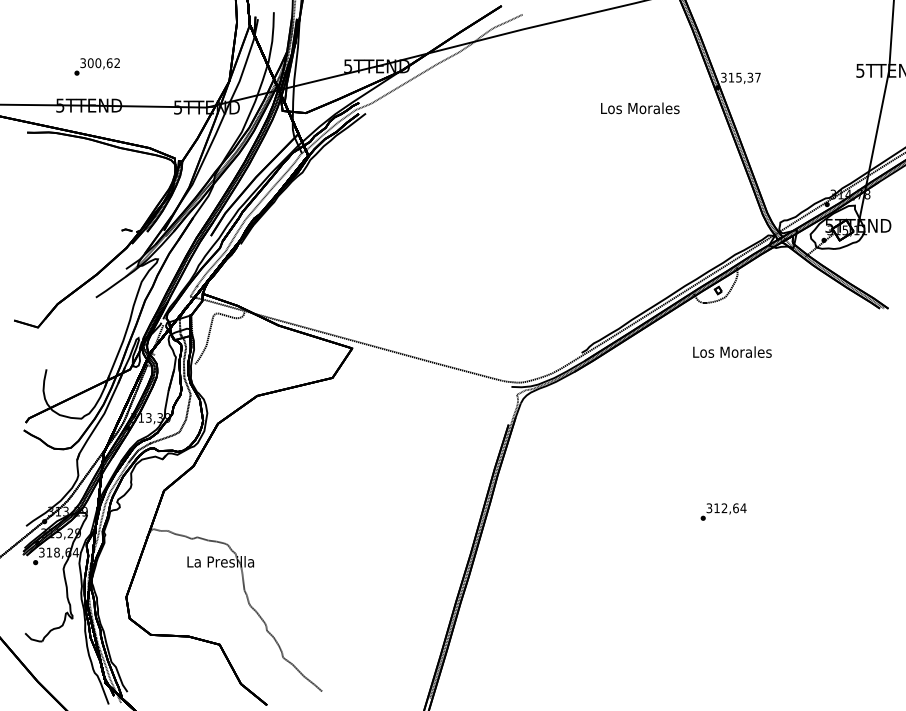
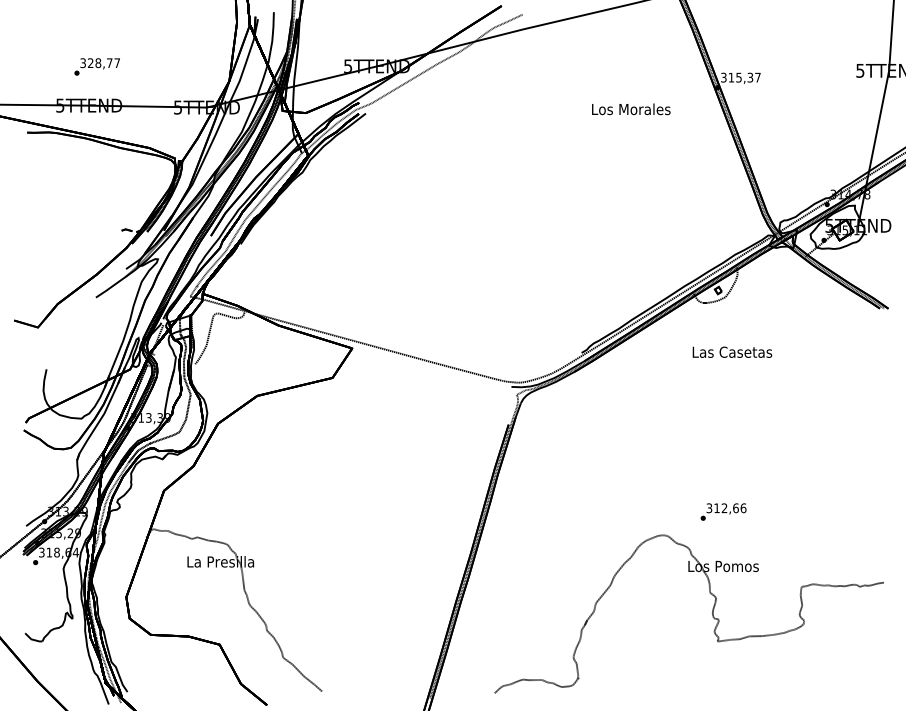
text at (103, 63): 300,62 -> 328,77
text at (640, 108) position: (640, 108) -> (631, 109)
text at (732, 351): Los Morales -> Las Casetas
text at (743, 508): 312,64 -> 312,66
part at (712, 613): none -> present
